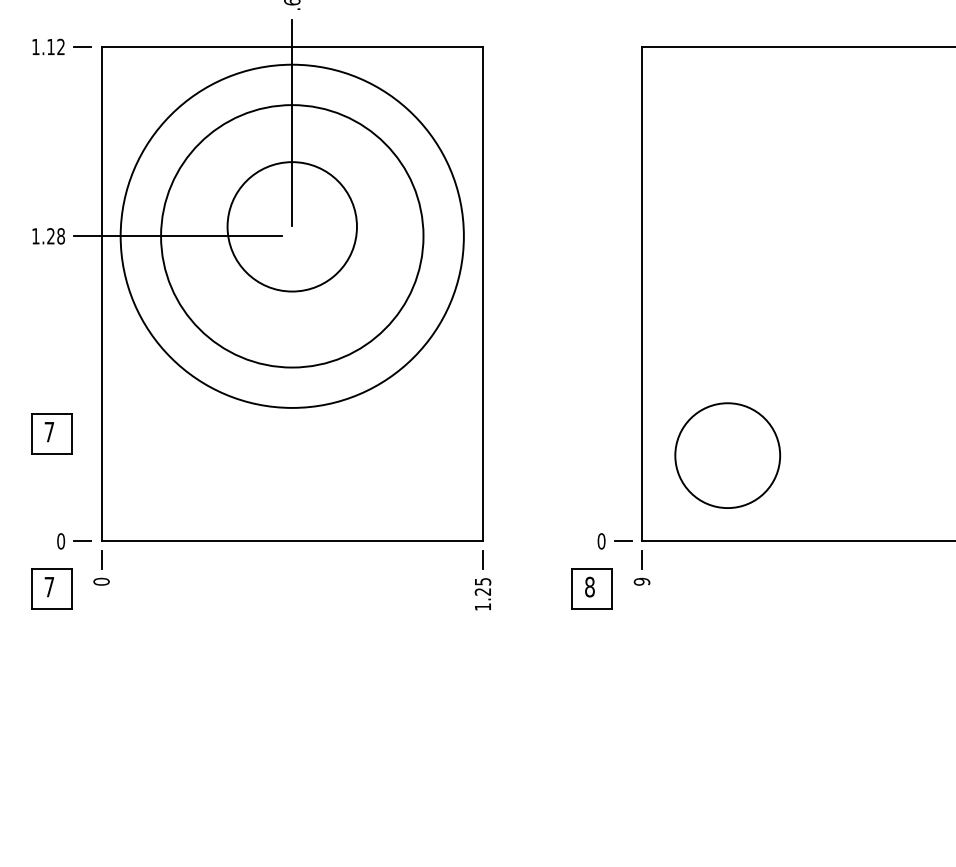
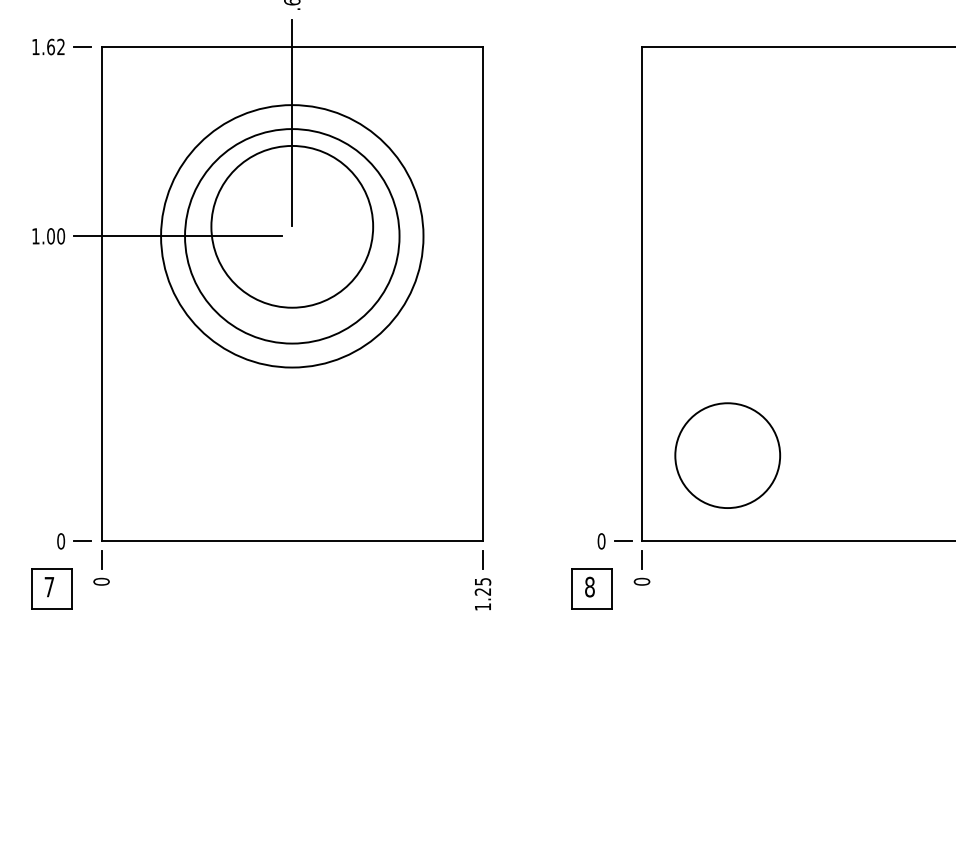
text at (50, 46): 1.12 -> 1.62
circle at (291, 226) diameter: 129 px -> 162 px
circle at (291, 235) diameter: 343 px -> 215 px
text at (56, 236): 1.28 -> 1.00
part at (51, 433): present -> none
text at (642, 581): 9 -> 0
